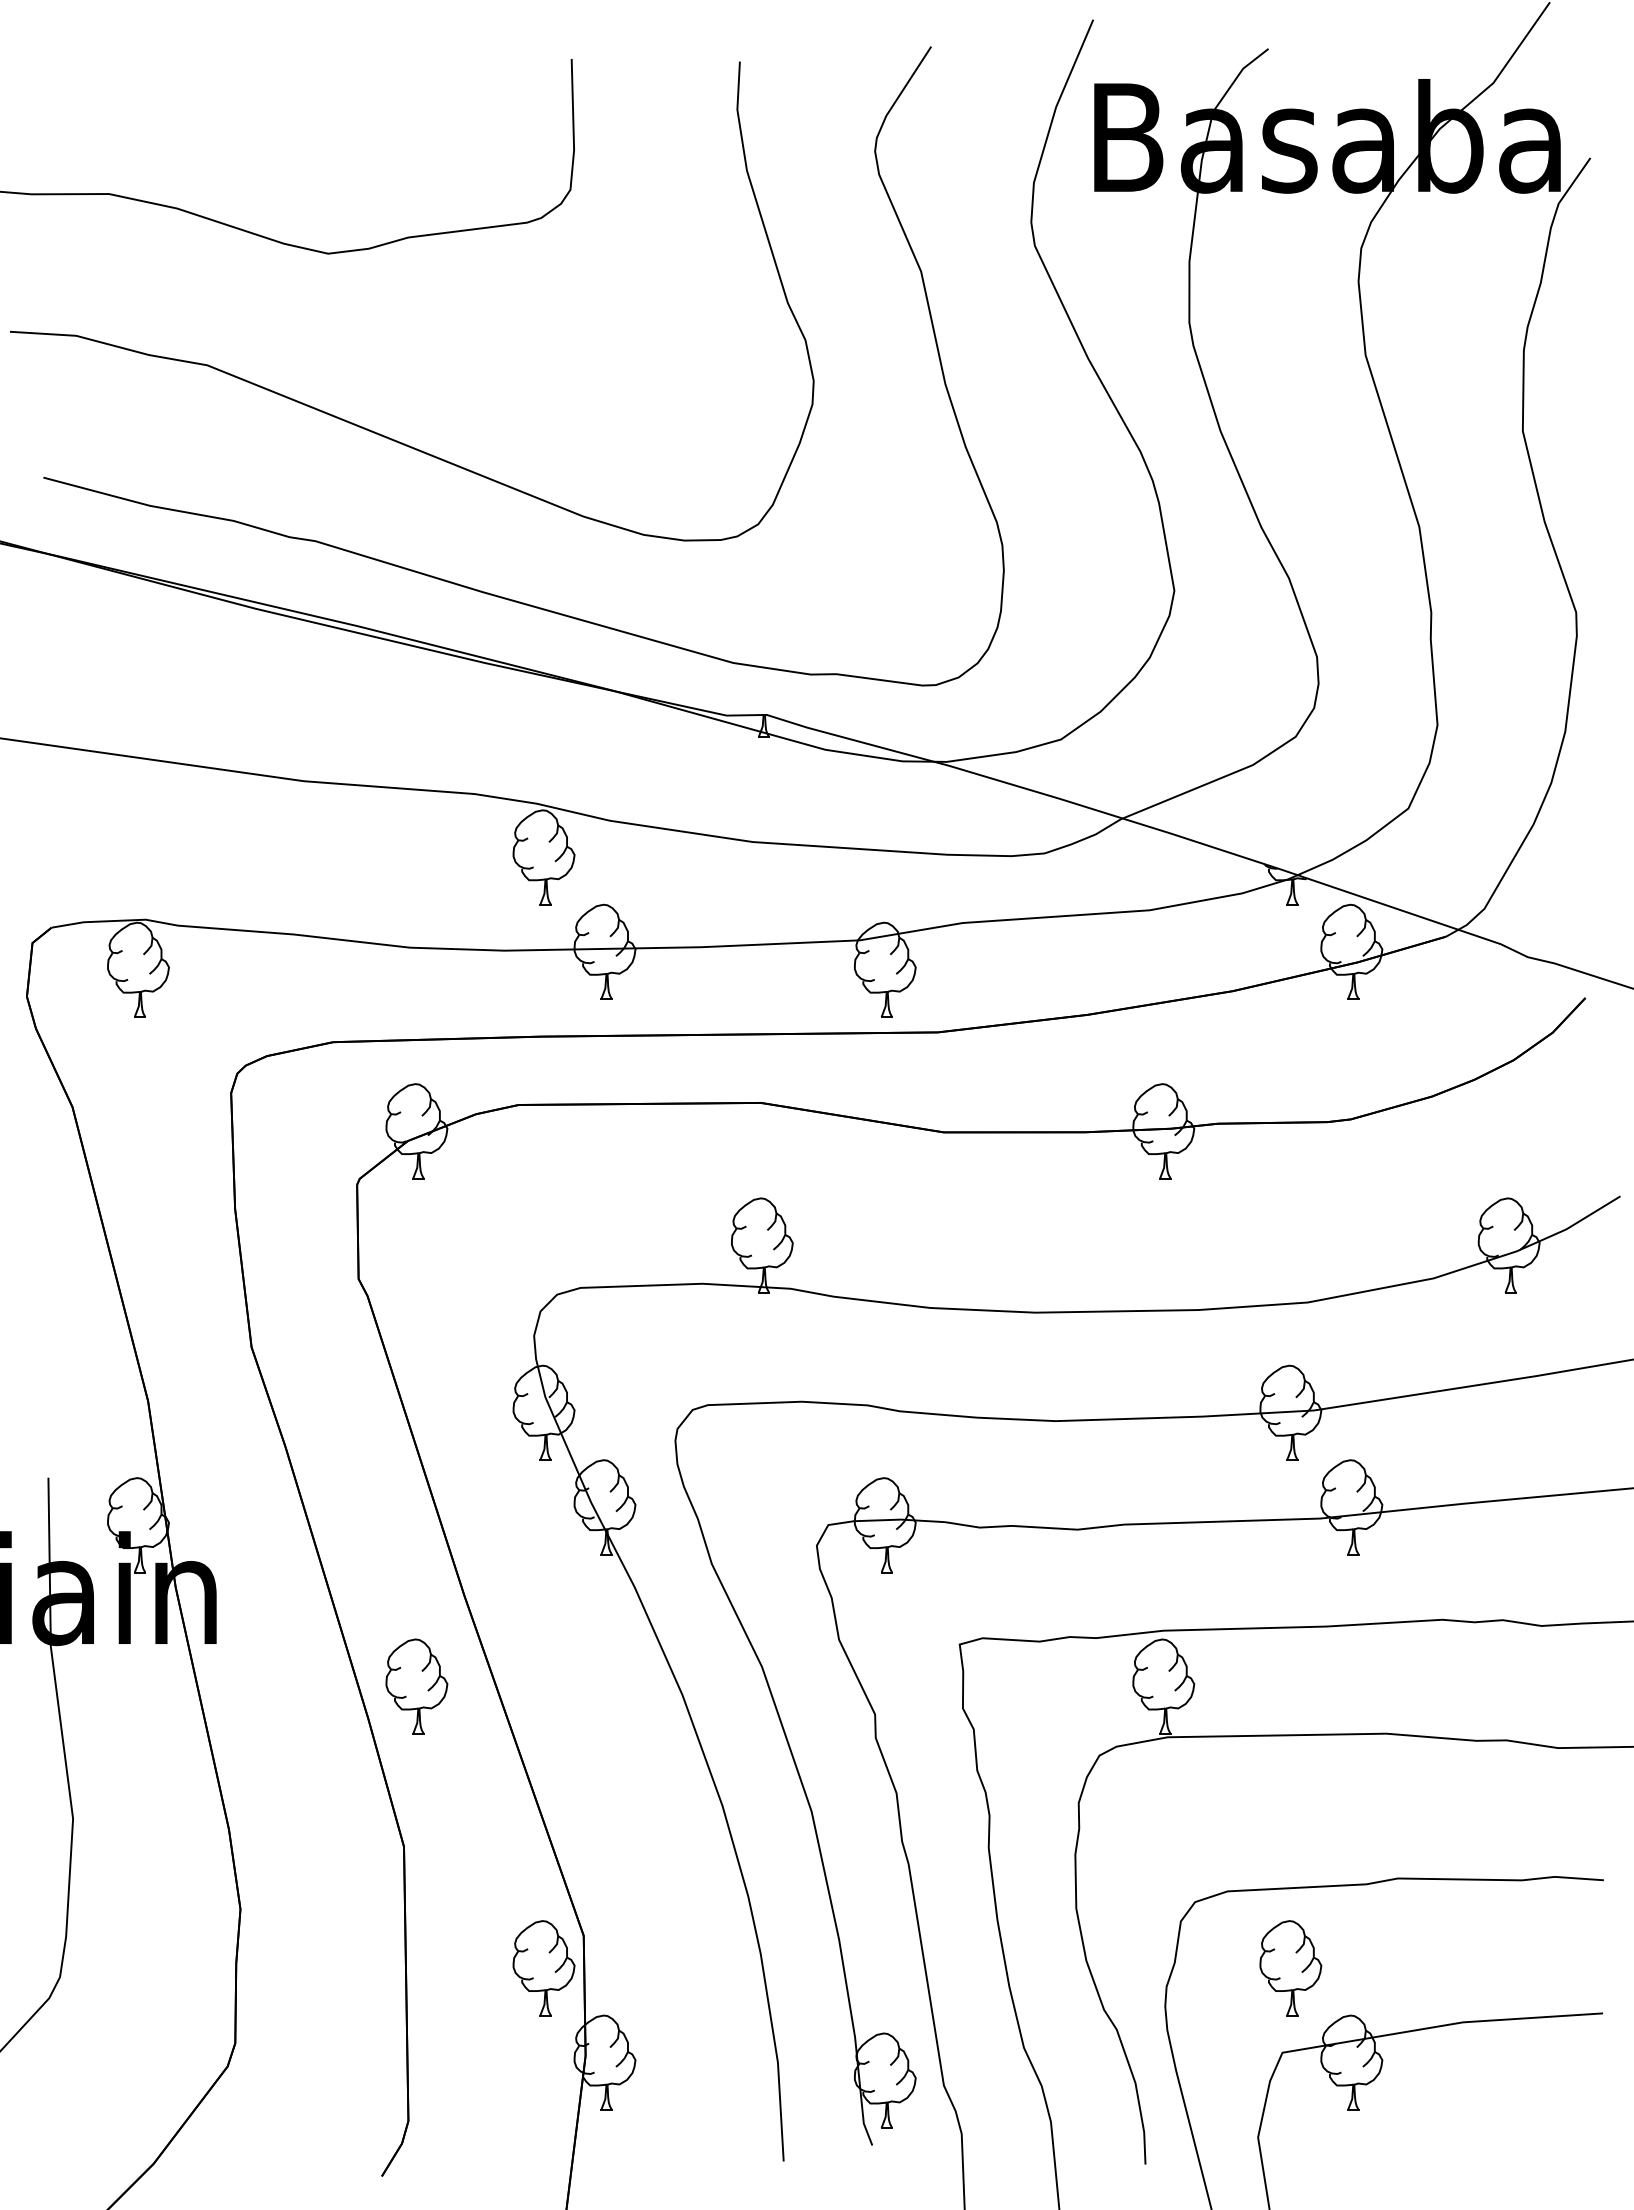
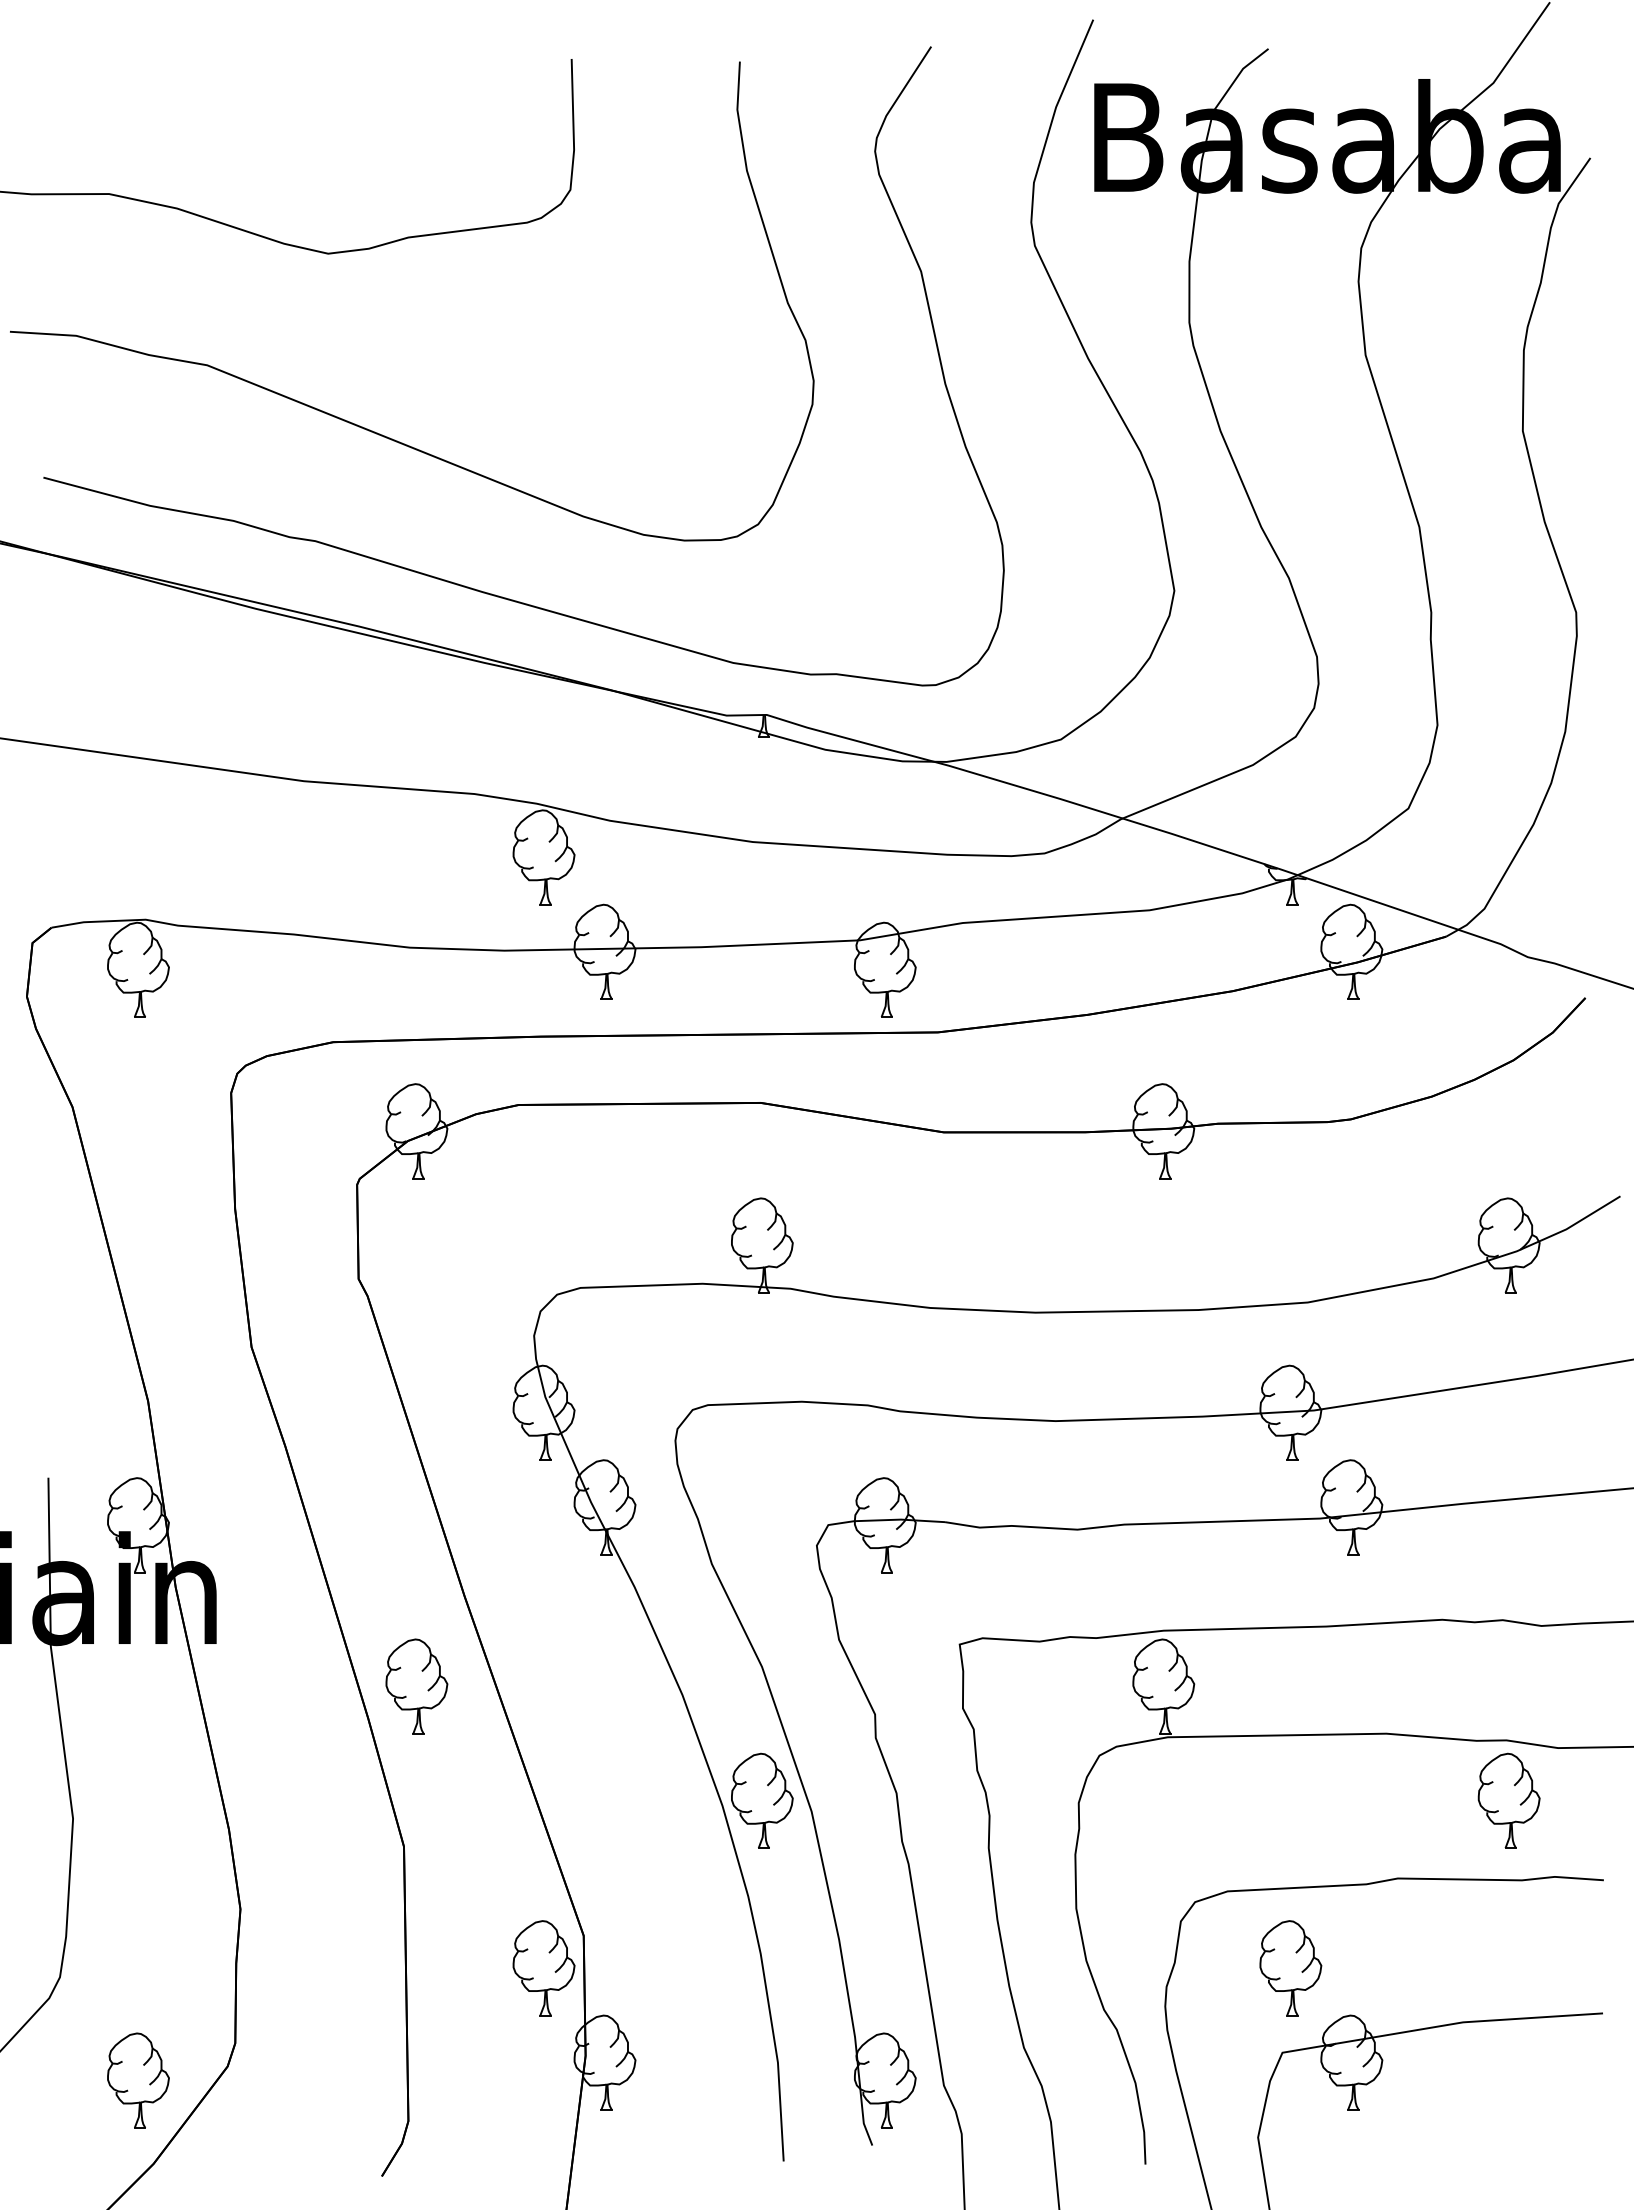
part at (762, 1800): none -> present
part at (1508, 1800): none -> present
part at (138, 2080): none -> present
